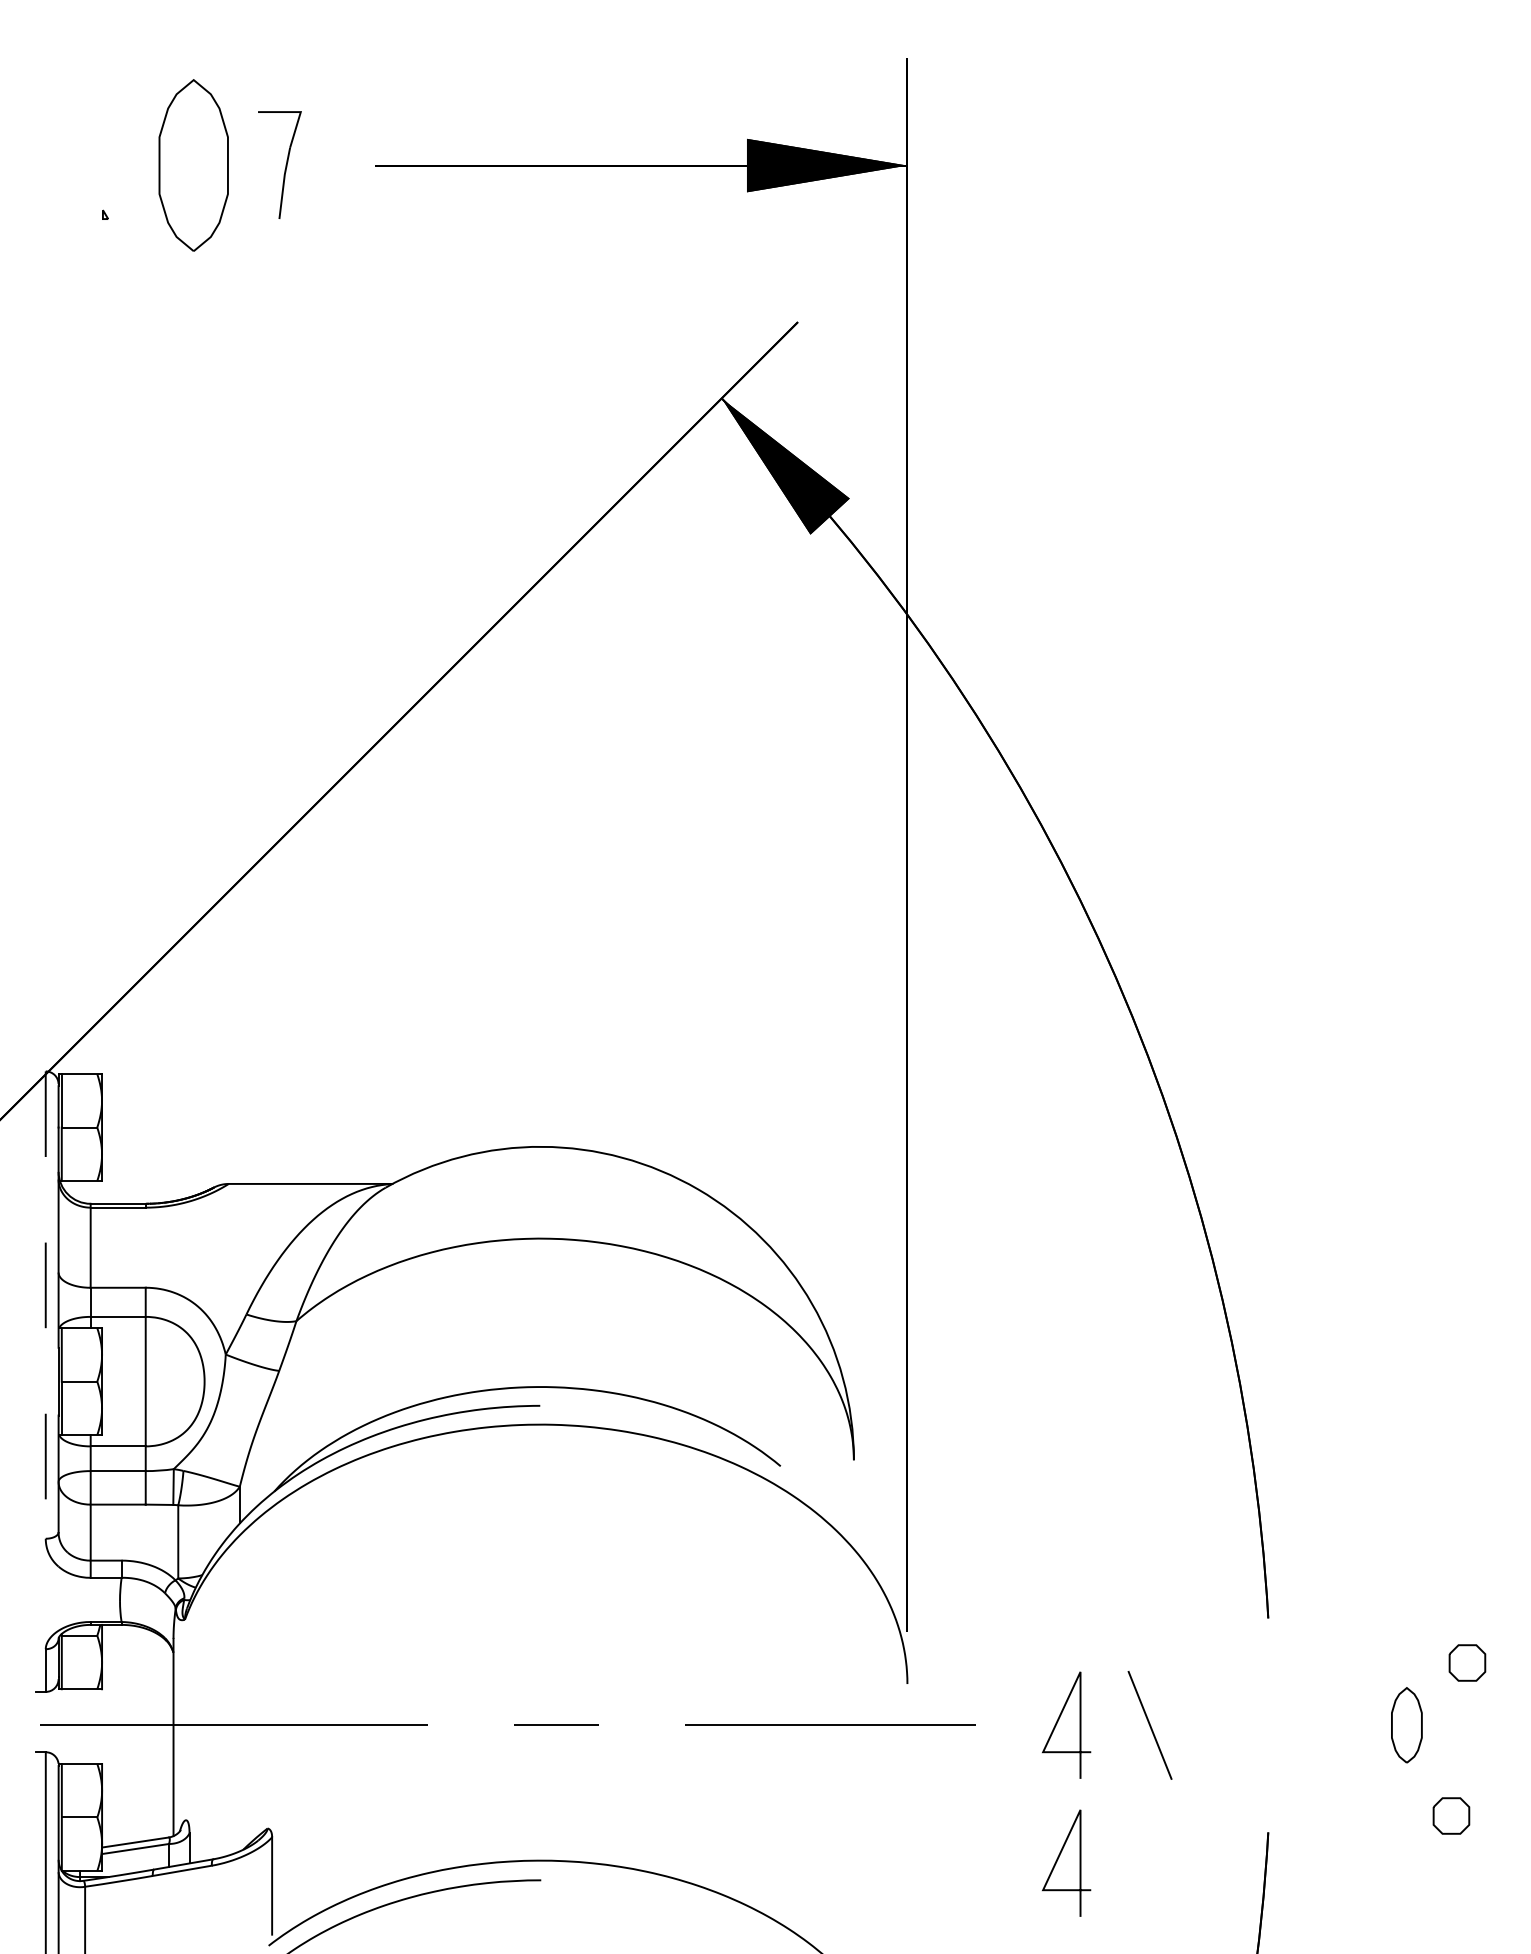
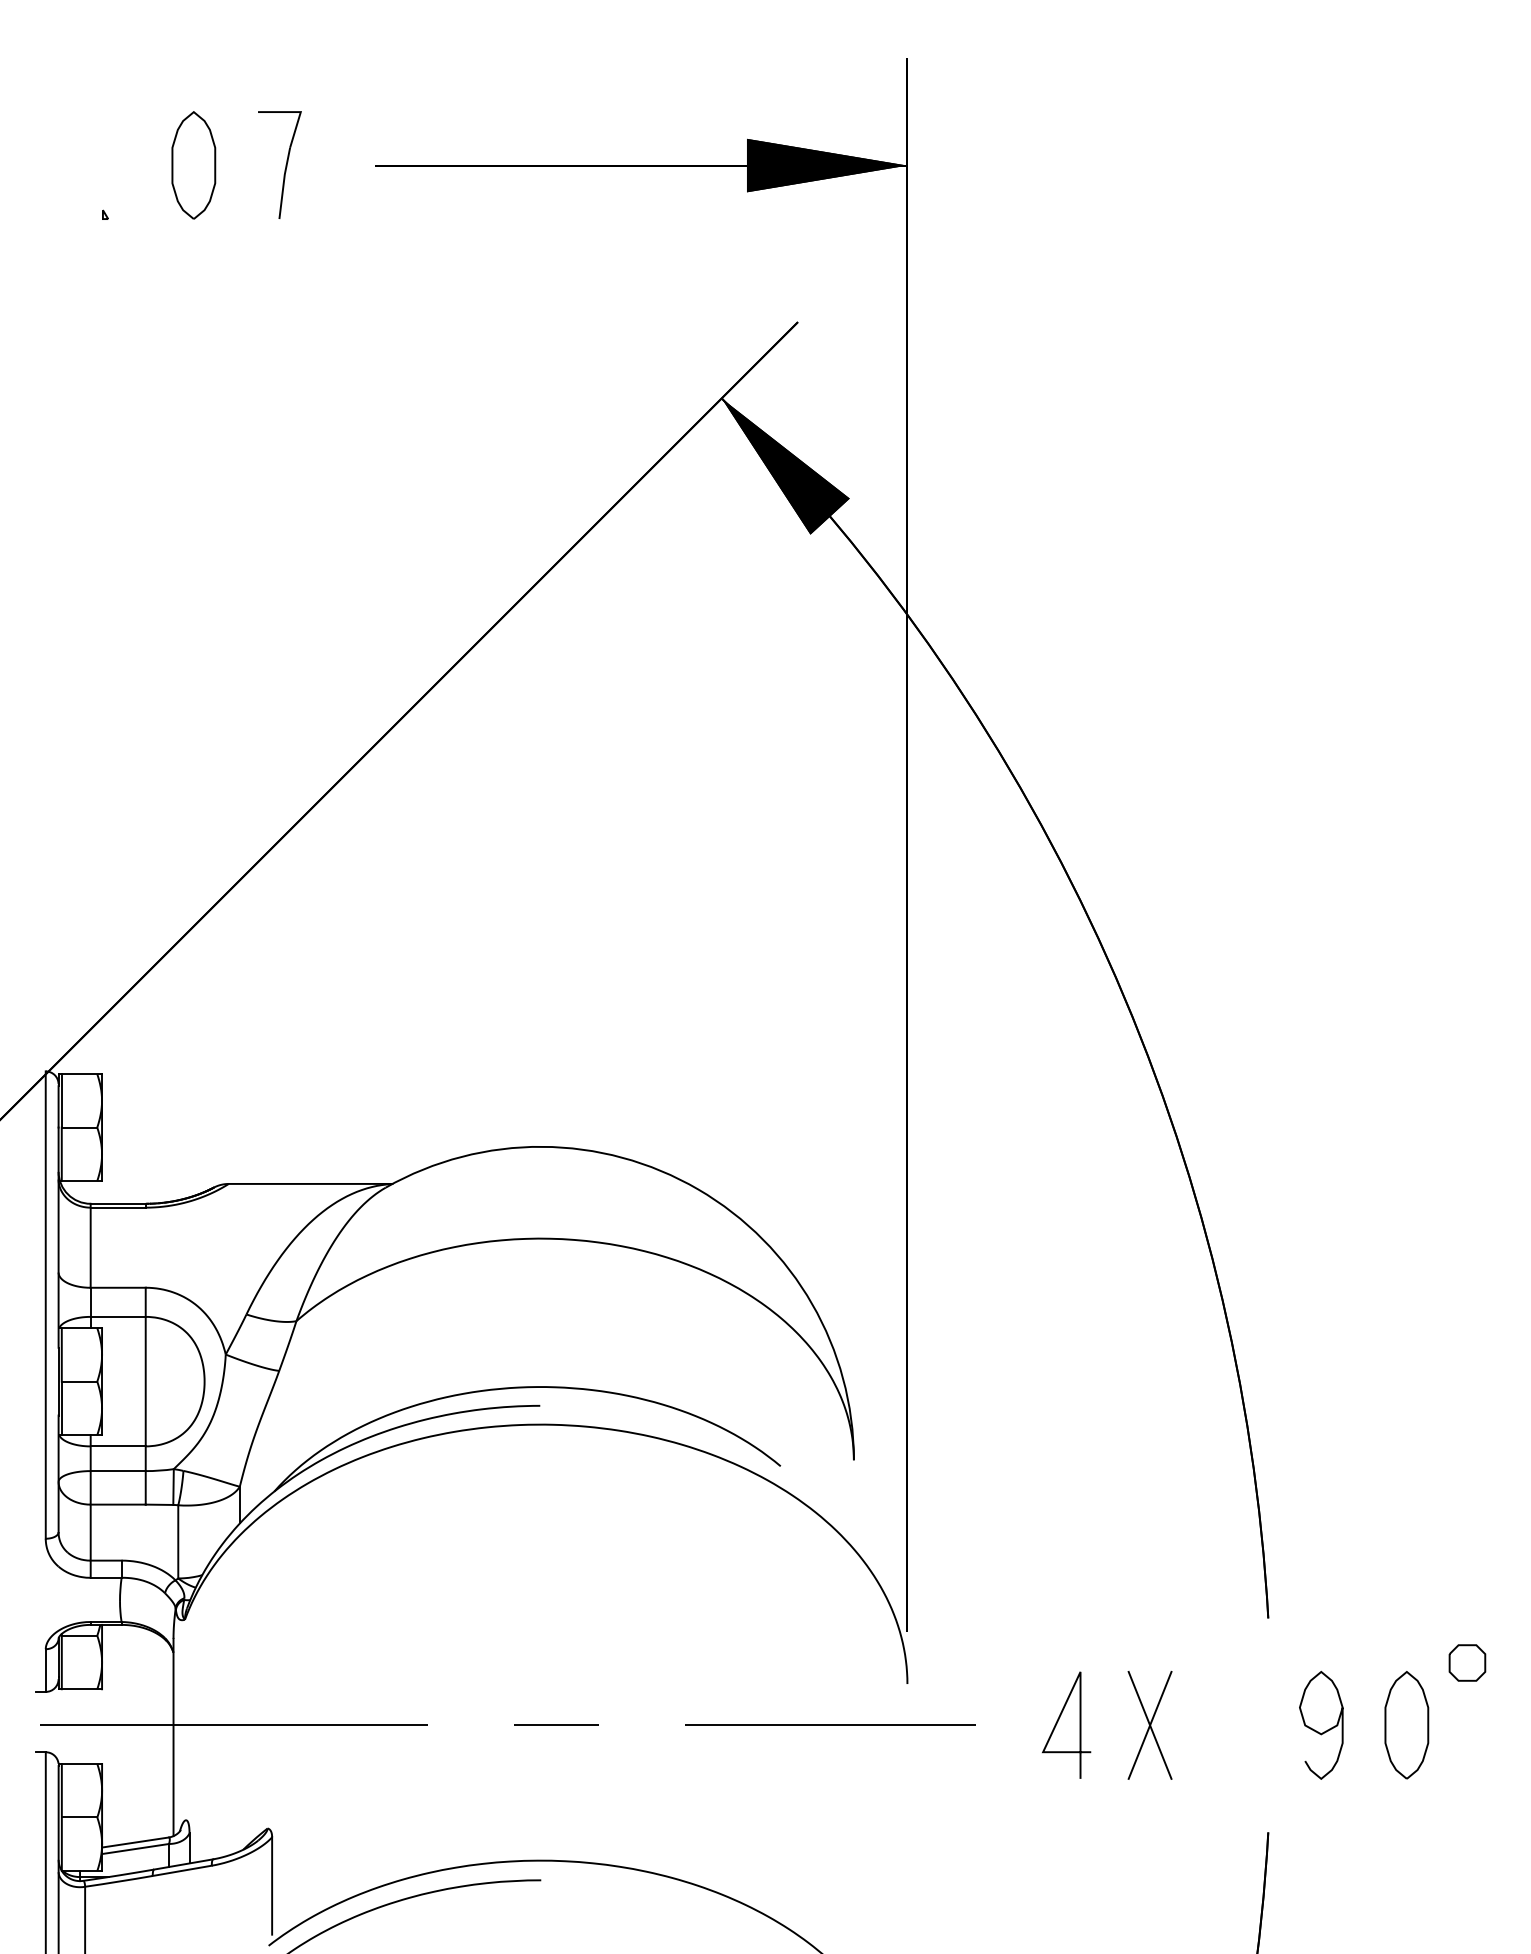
part at (193, 165) size: 71x173 px -> 46x109 px
line at (45, 1305): dashed -> solid
line at (1149, 1724): none -> present
part at (1406, 1725) size: 32x77 px -> 46x109 px
curve at (1325, 1730): none -> present
part at (1451, 1815): present -> none
line at (1058, 1859): present -> none
